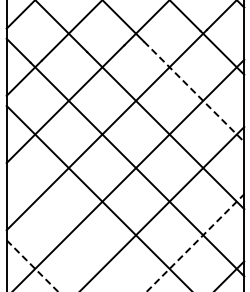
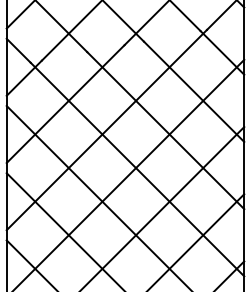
line at (194, 91): dashed -> solid
line at (64, 230): none -> present
line at (195, 243): dashed -> solid
line at (32, 266): dashed -> solid
